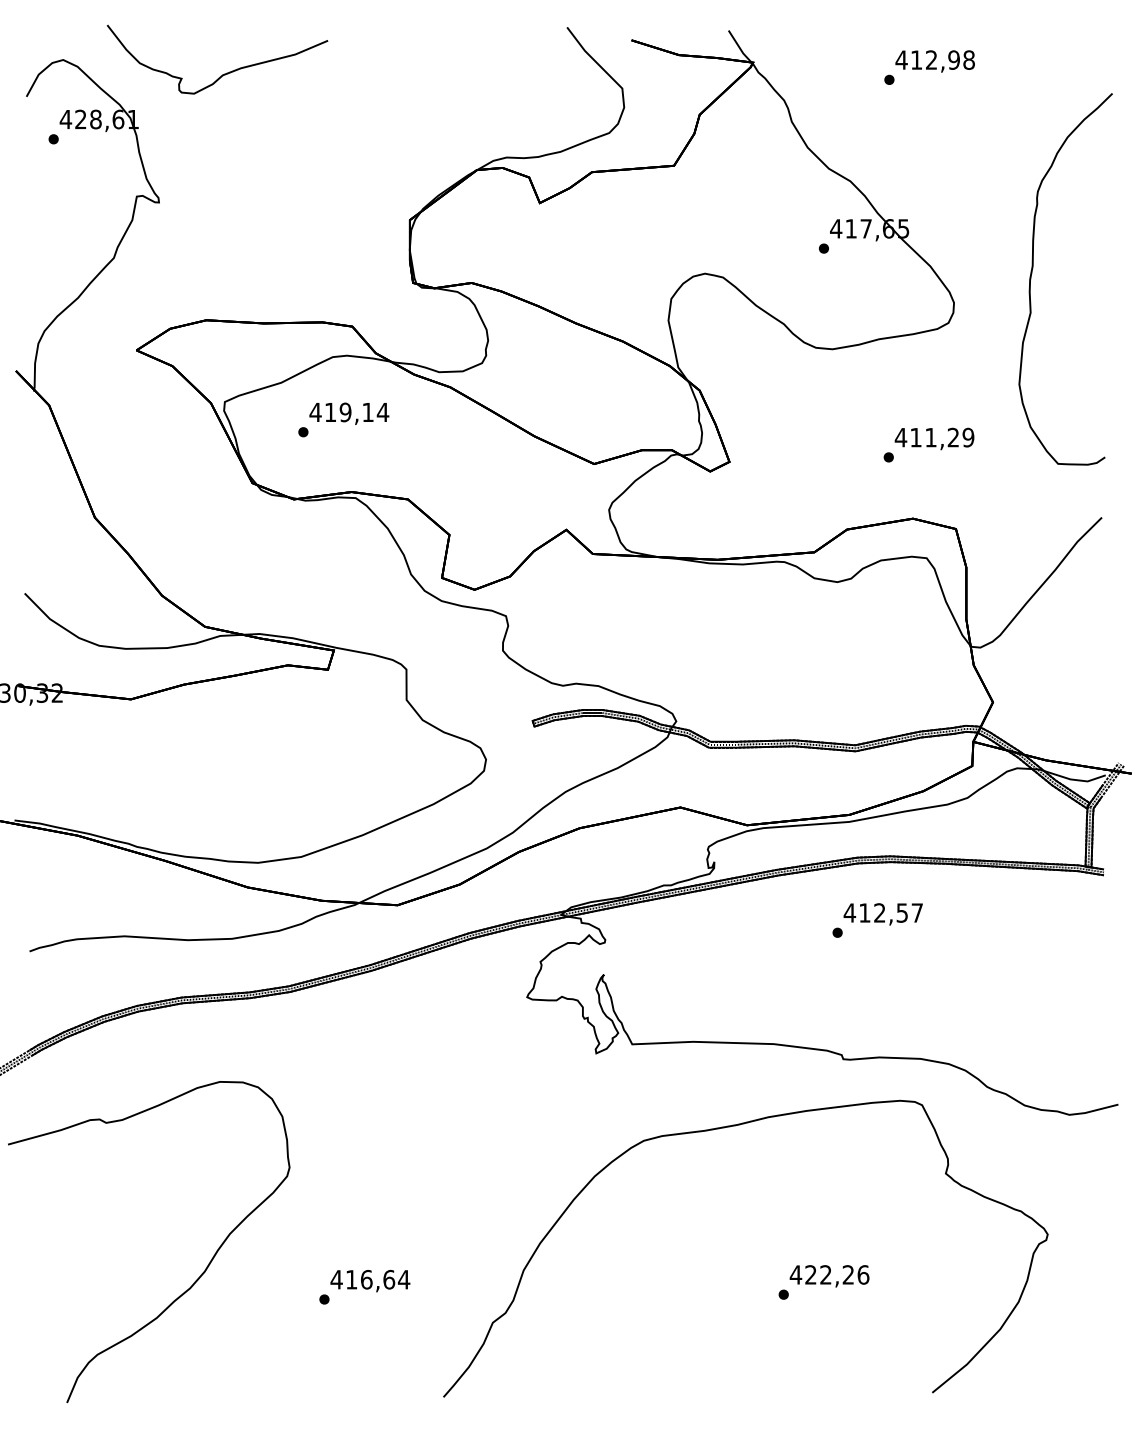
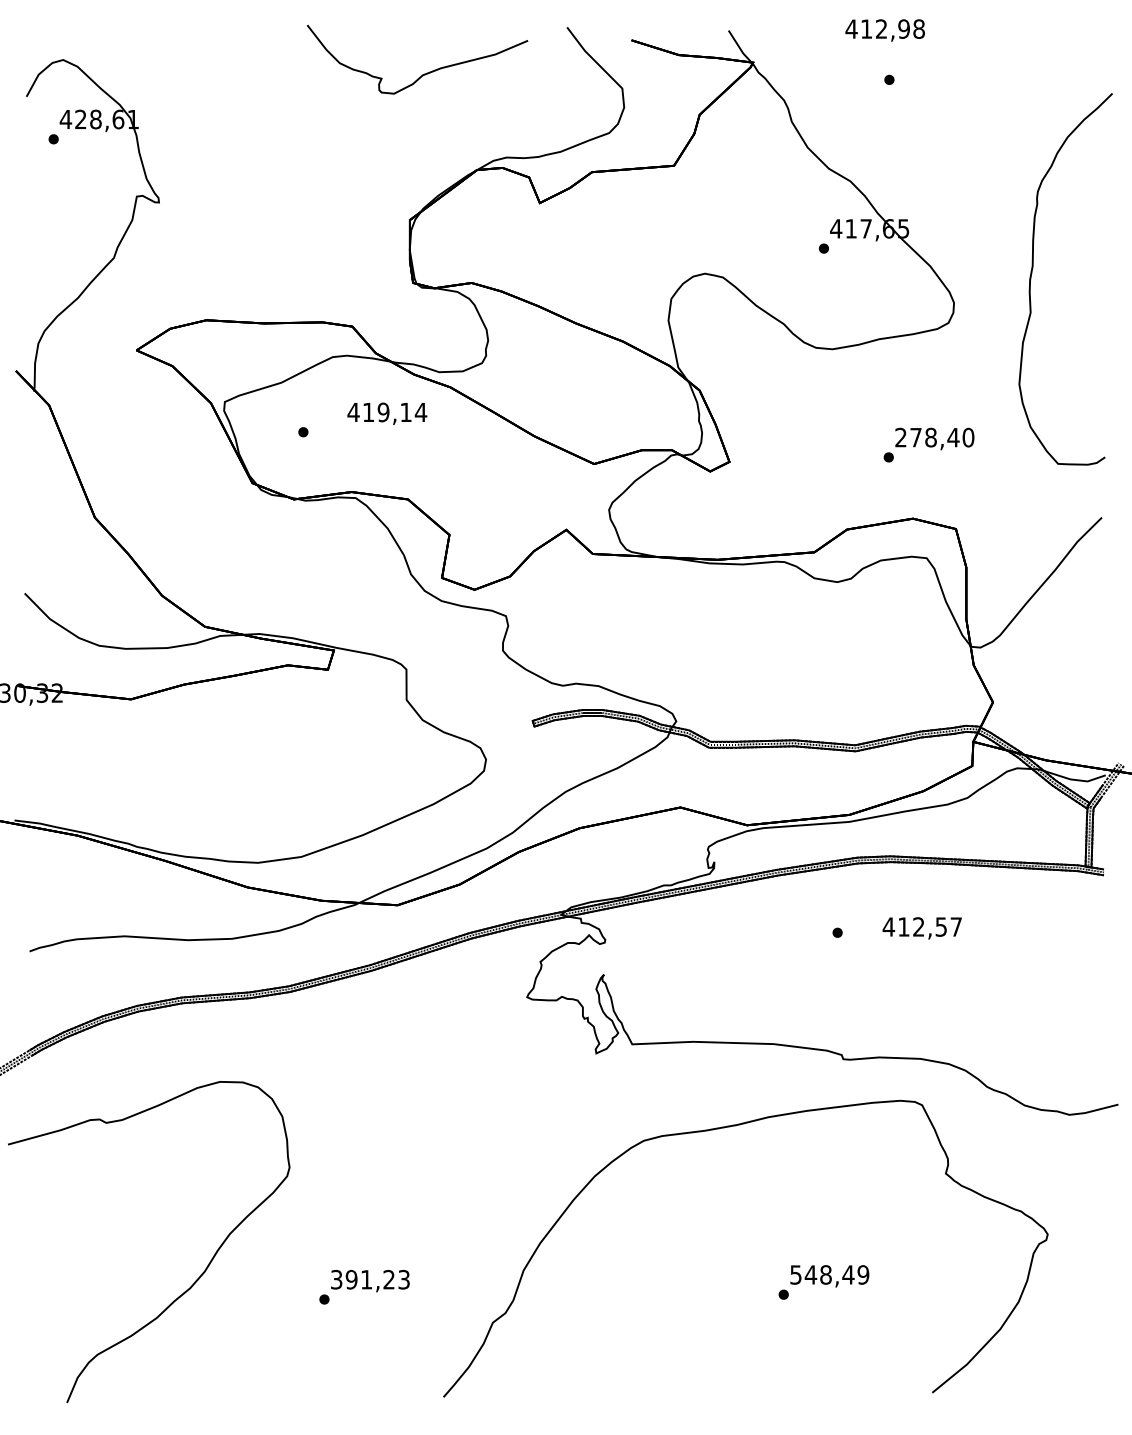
text at (934, 61) position: (934, 61) -> (884, 30)
curve at (224, 73) position: (224, 73) -> (424, 73)
text at (349, 413) position: (349, 413) -> (387, 413)
text at (934, 437): 411,29 -> 278,40
text at (882, 914) position: (882, 914) -> (921, 928)
text at (829, 1274): 422,26 -> 548,49
text at (370, 1279): 416,64 -> 391,23
